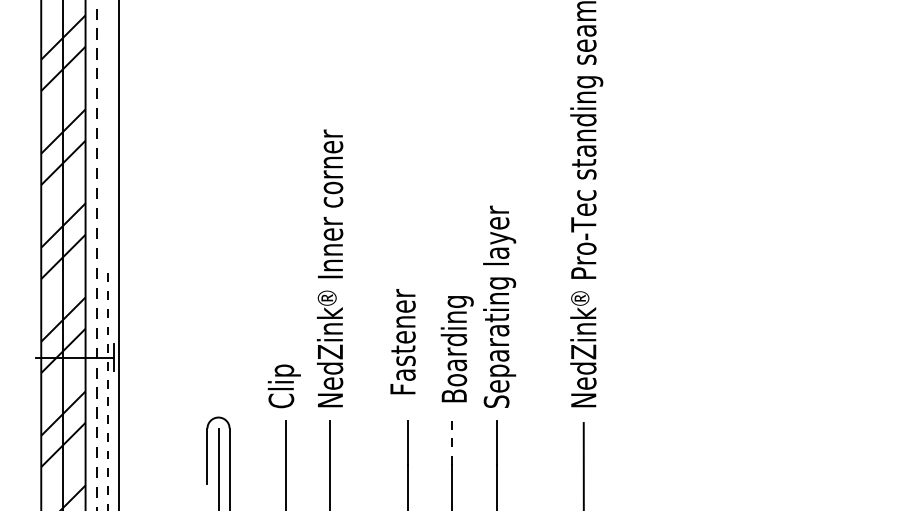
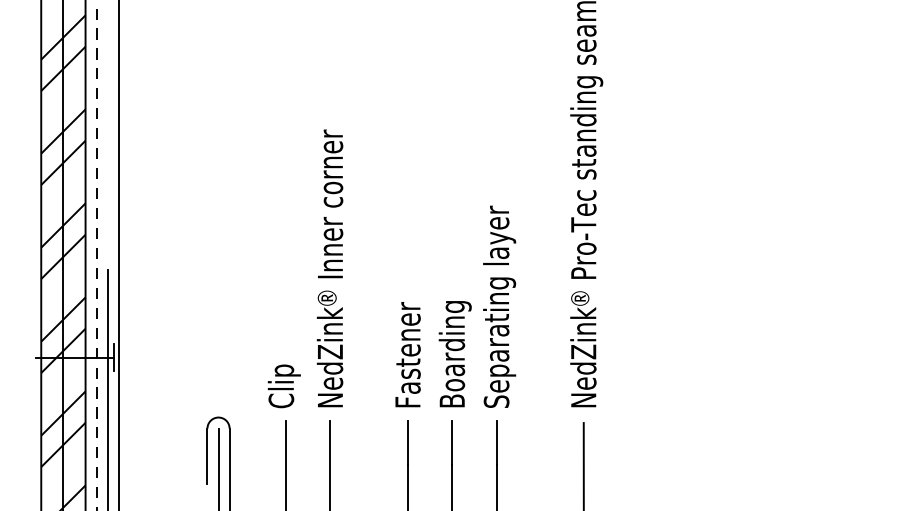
text at (402, 341) position: (402, 341) -> (407, 354)
text at (456, 349) position: (456, 349) -> (454, 354)
line at (107, 389): dashed -> solid
line at (452, 442): dashed -> solid
